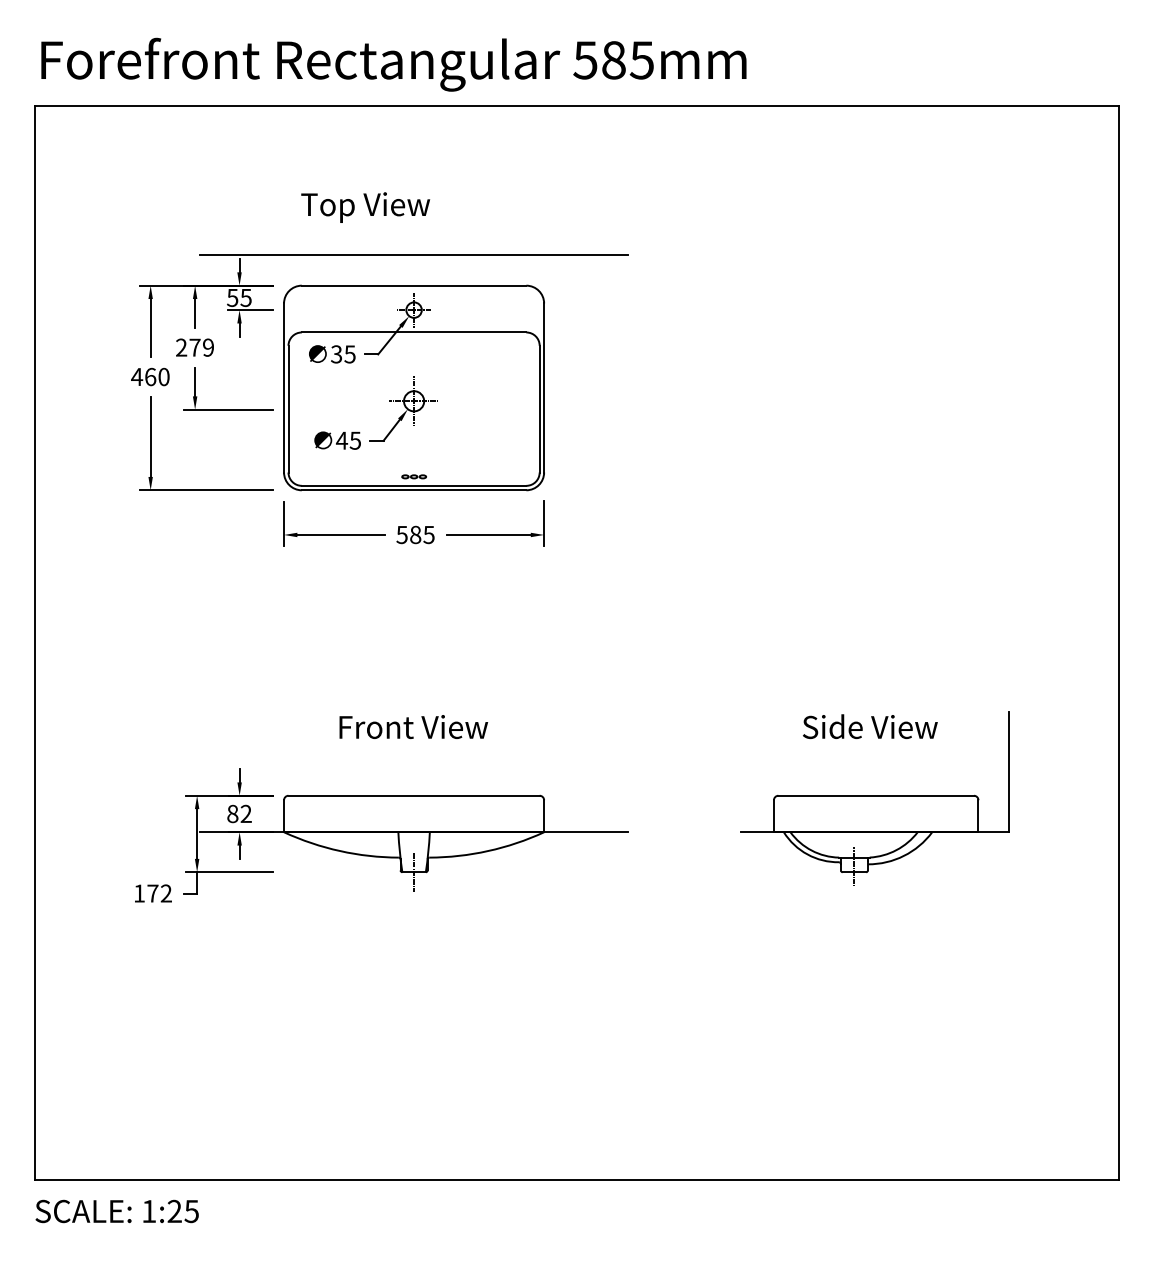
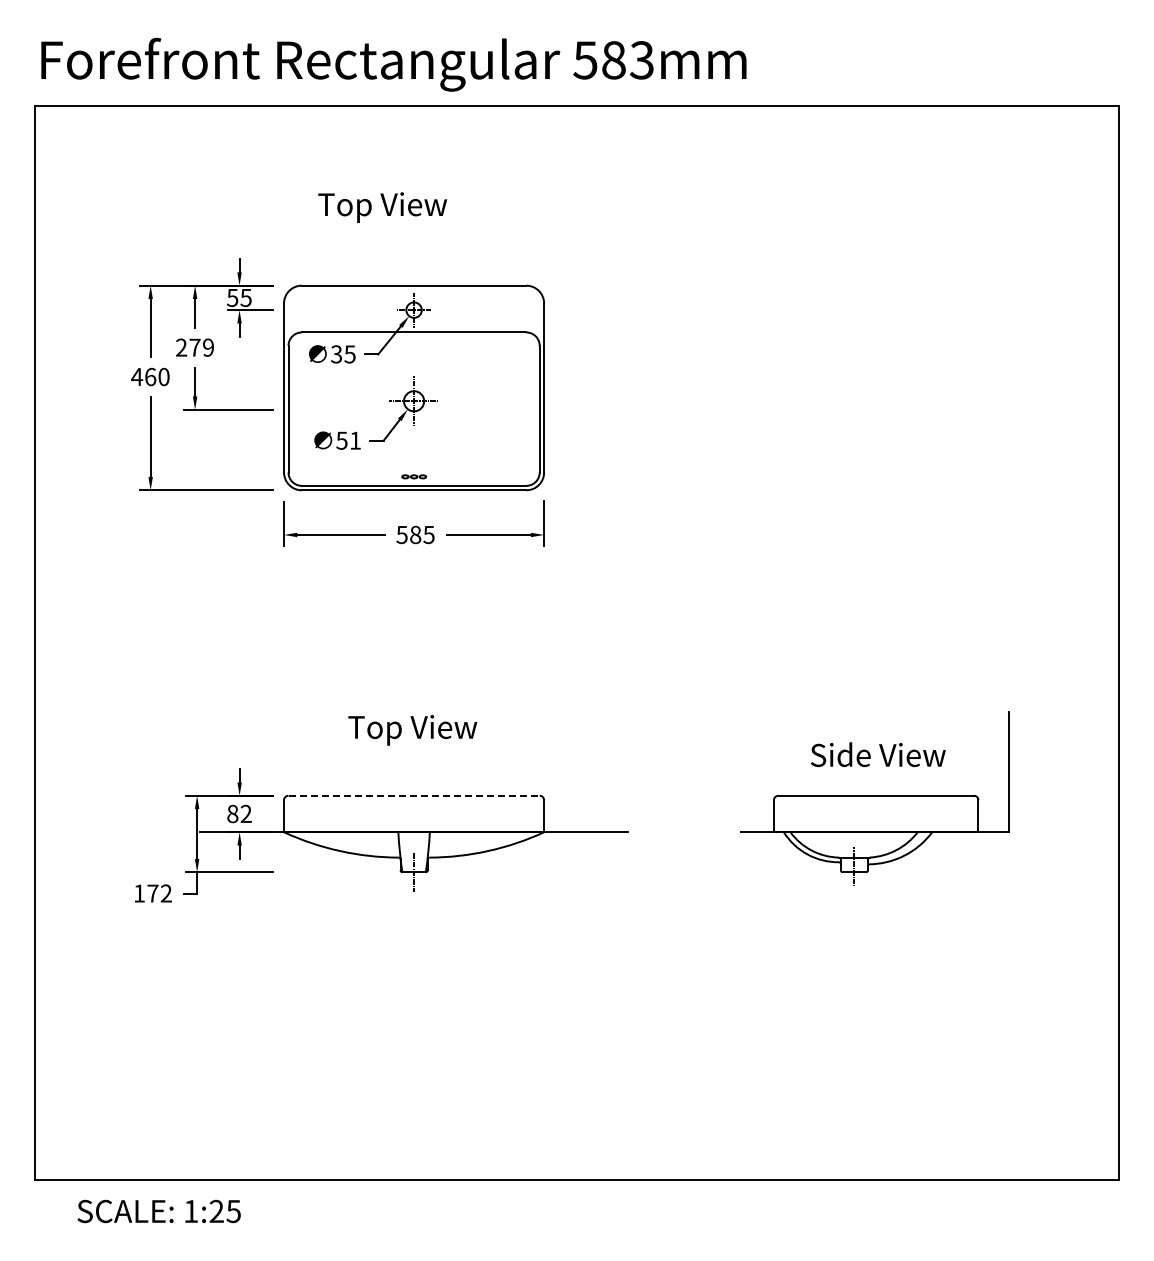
text at (641, 60): 585mm -> 583mm
text at (365, 207) position: (365, 207) -> (382, 207)
line at (414, 255): present -> none
text at (348, 440): 45 -> 51
text at (870, 726) position: (870, 726) -> (878, 754)
text at (413, 730): Front View -> Top View
line at (414, 795): solid -> dashed
text at (116, 1211) position: (116, 1211) -> (158, 1211)
